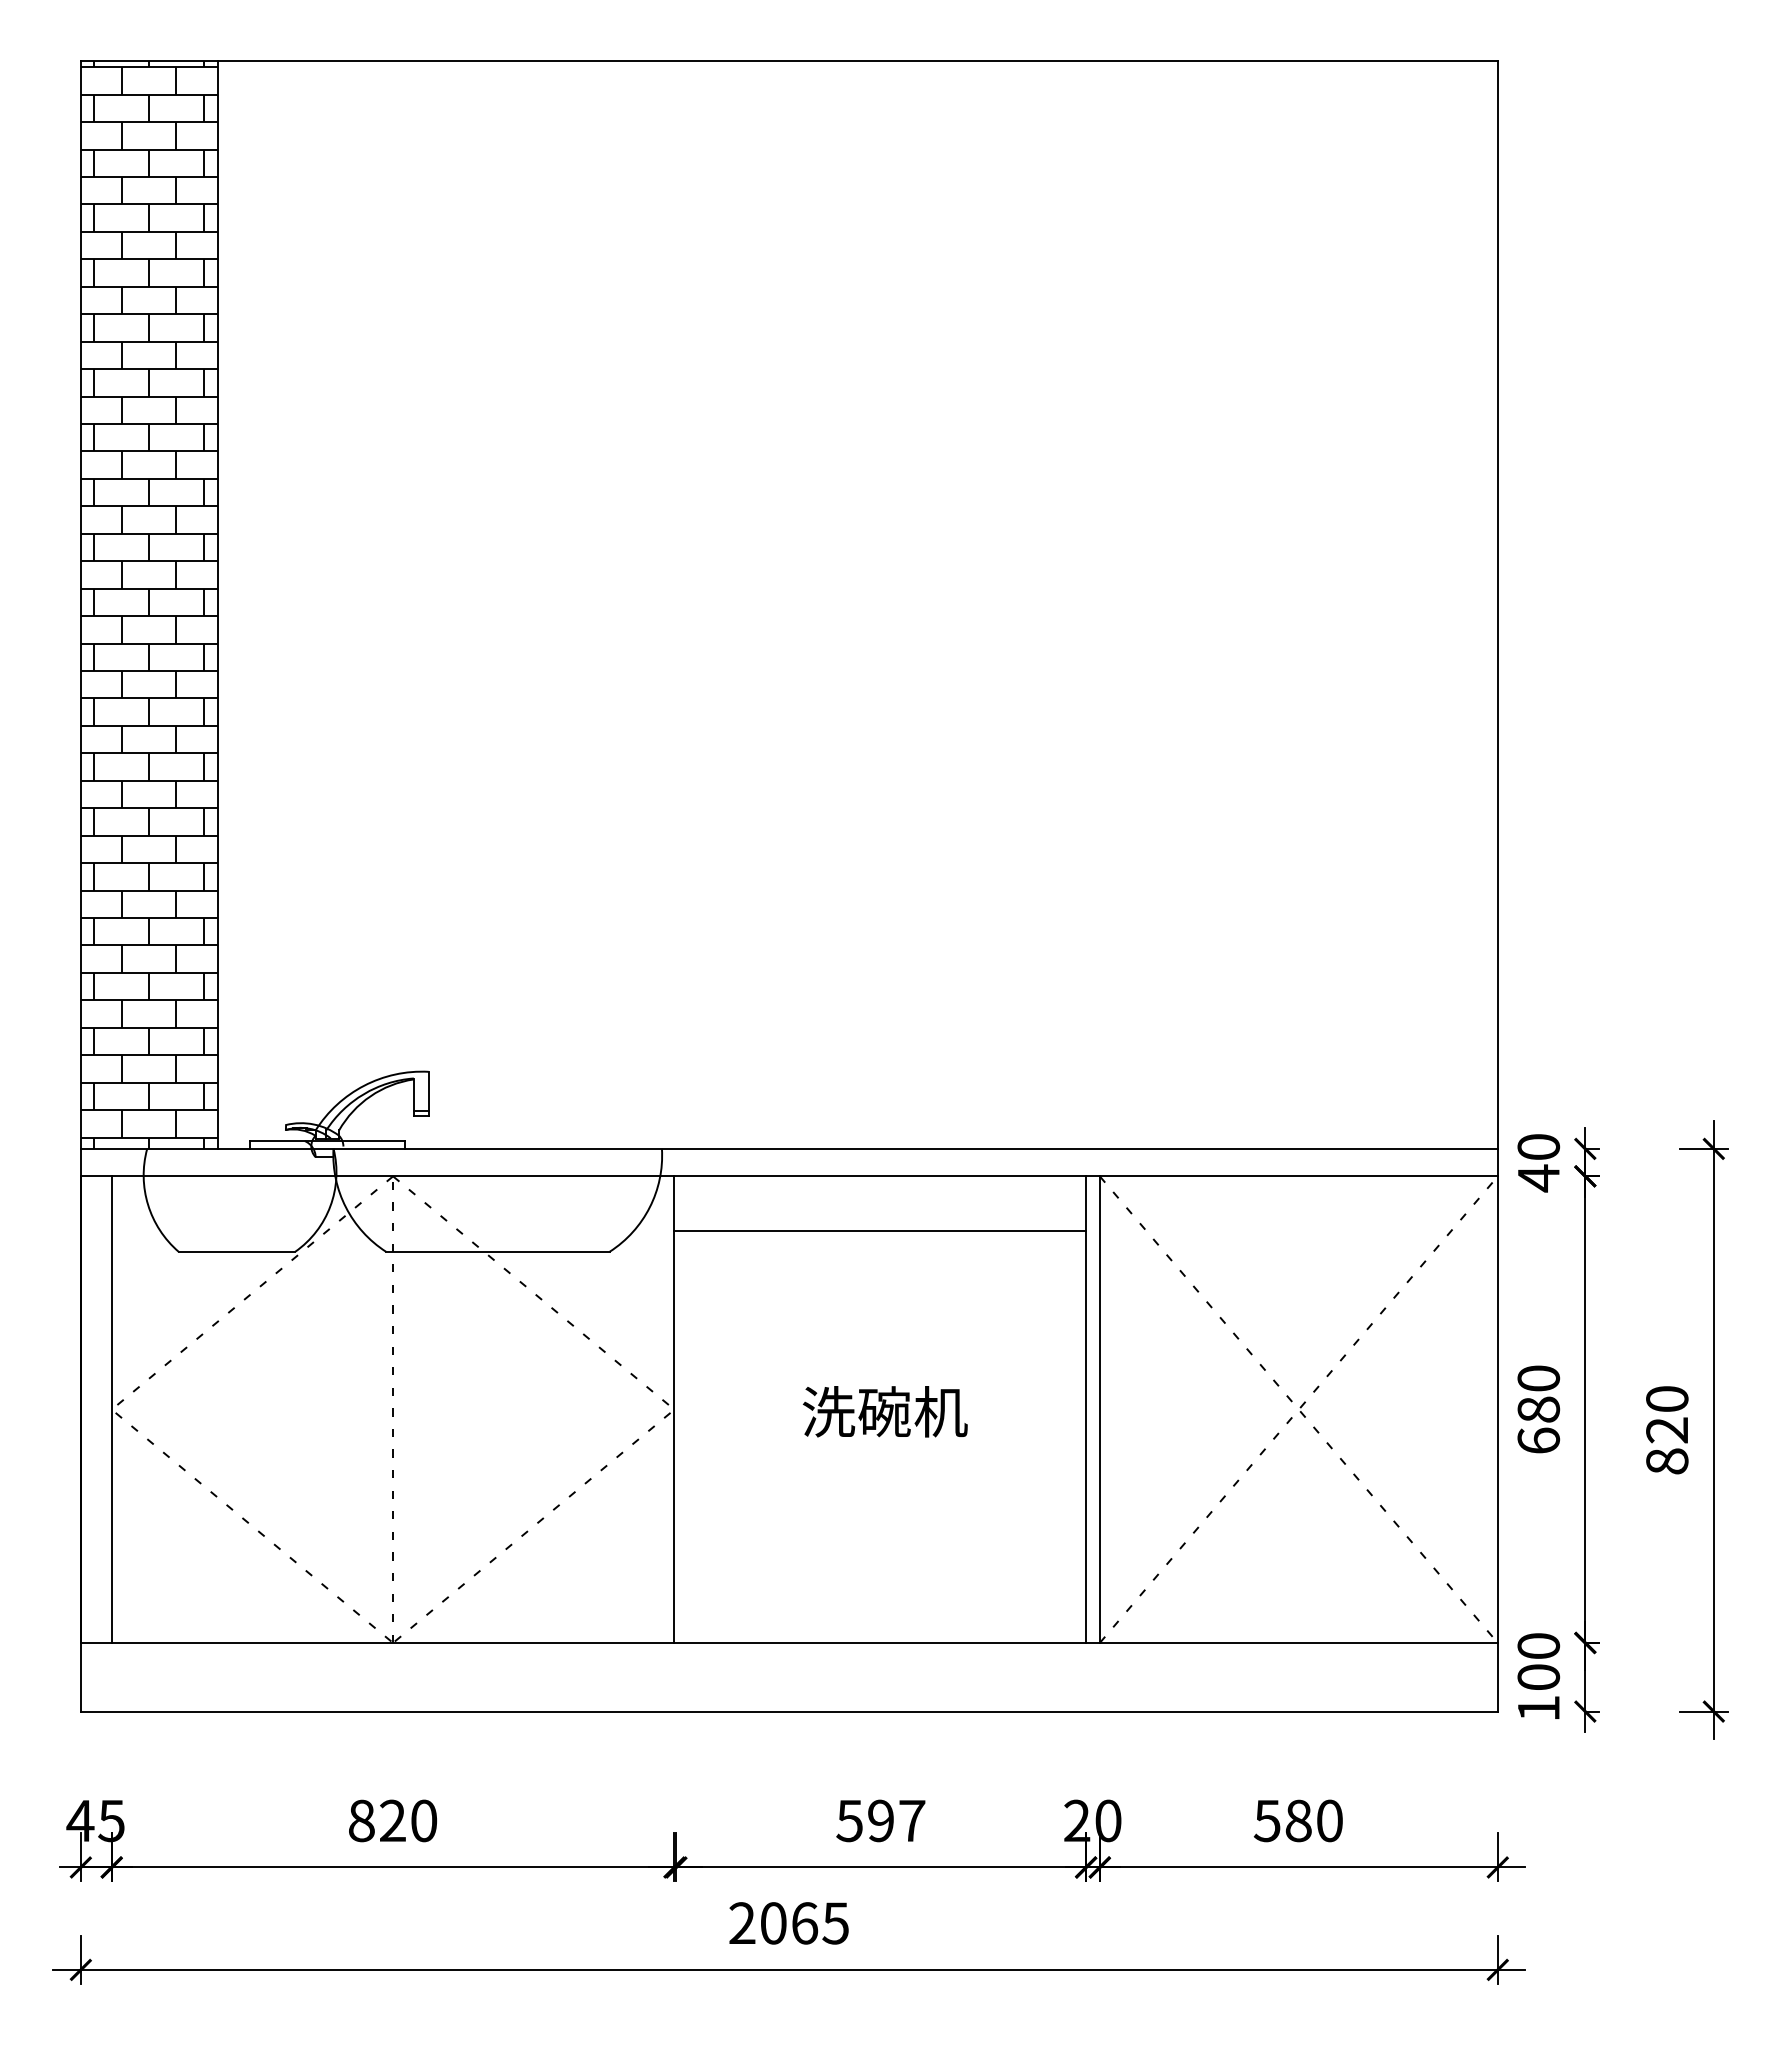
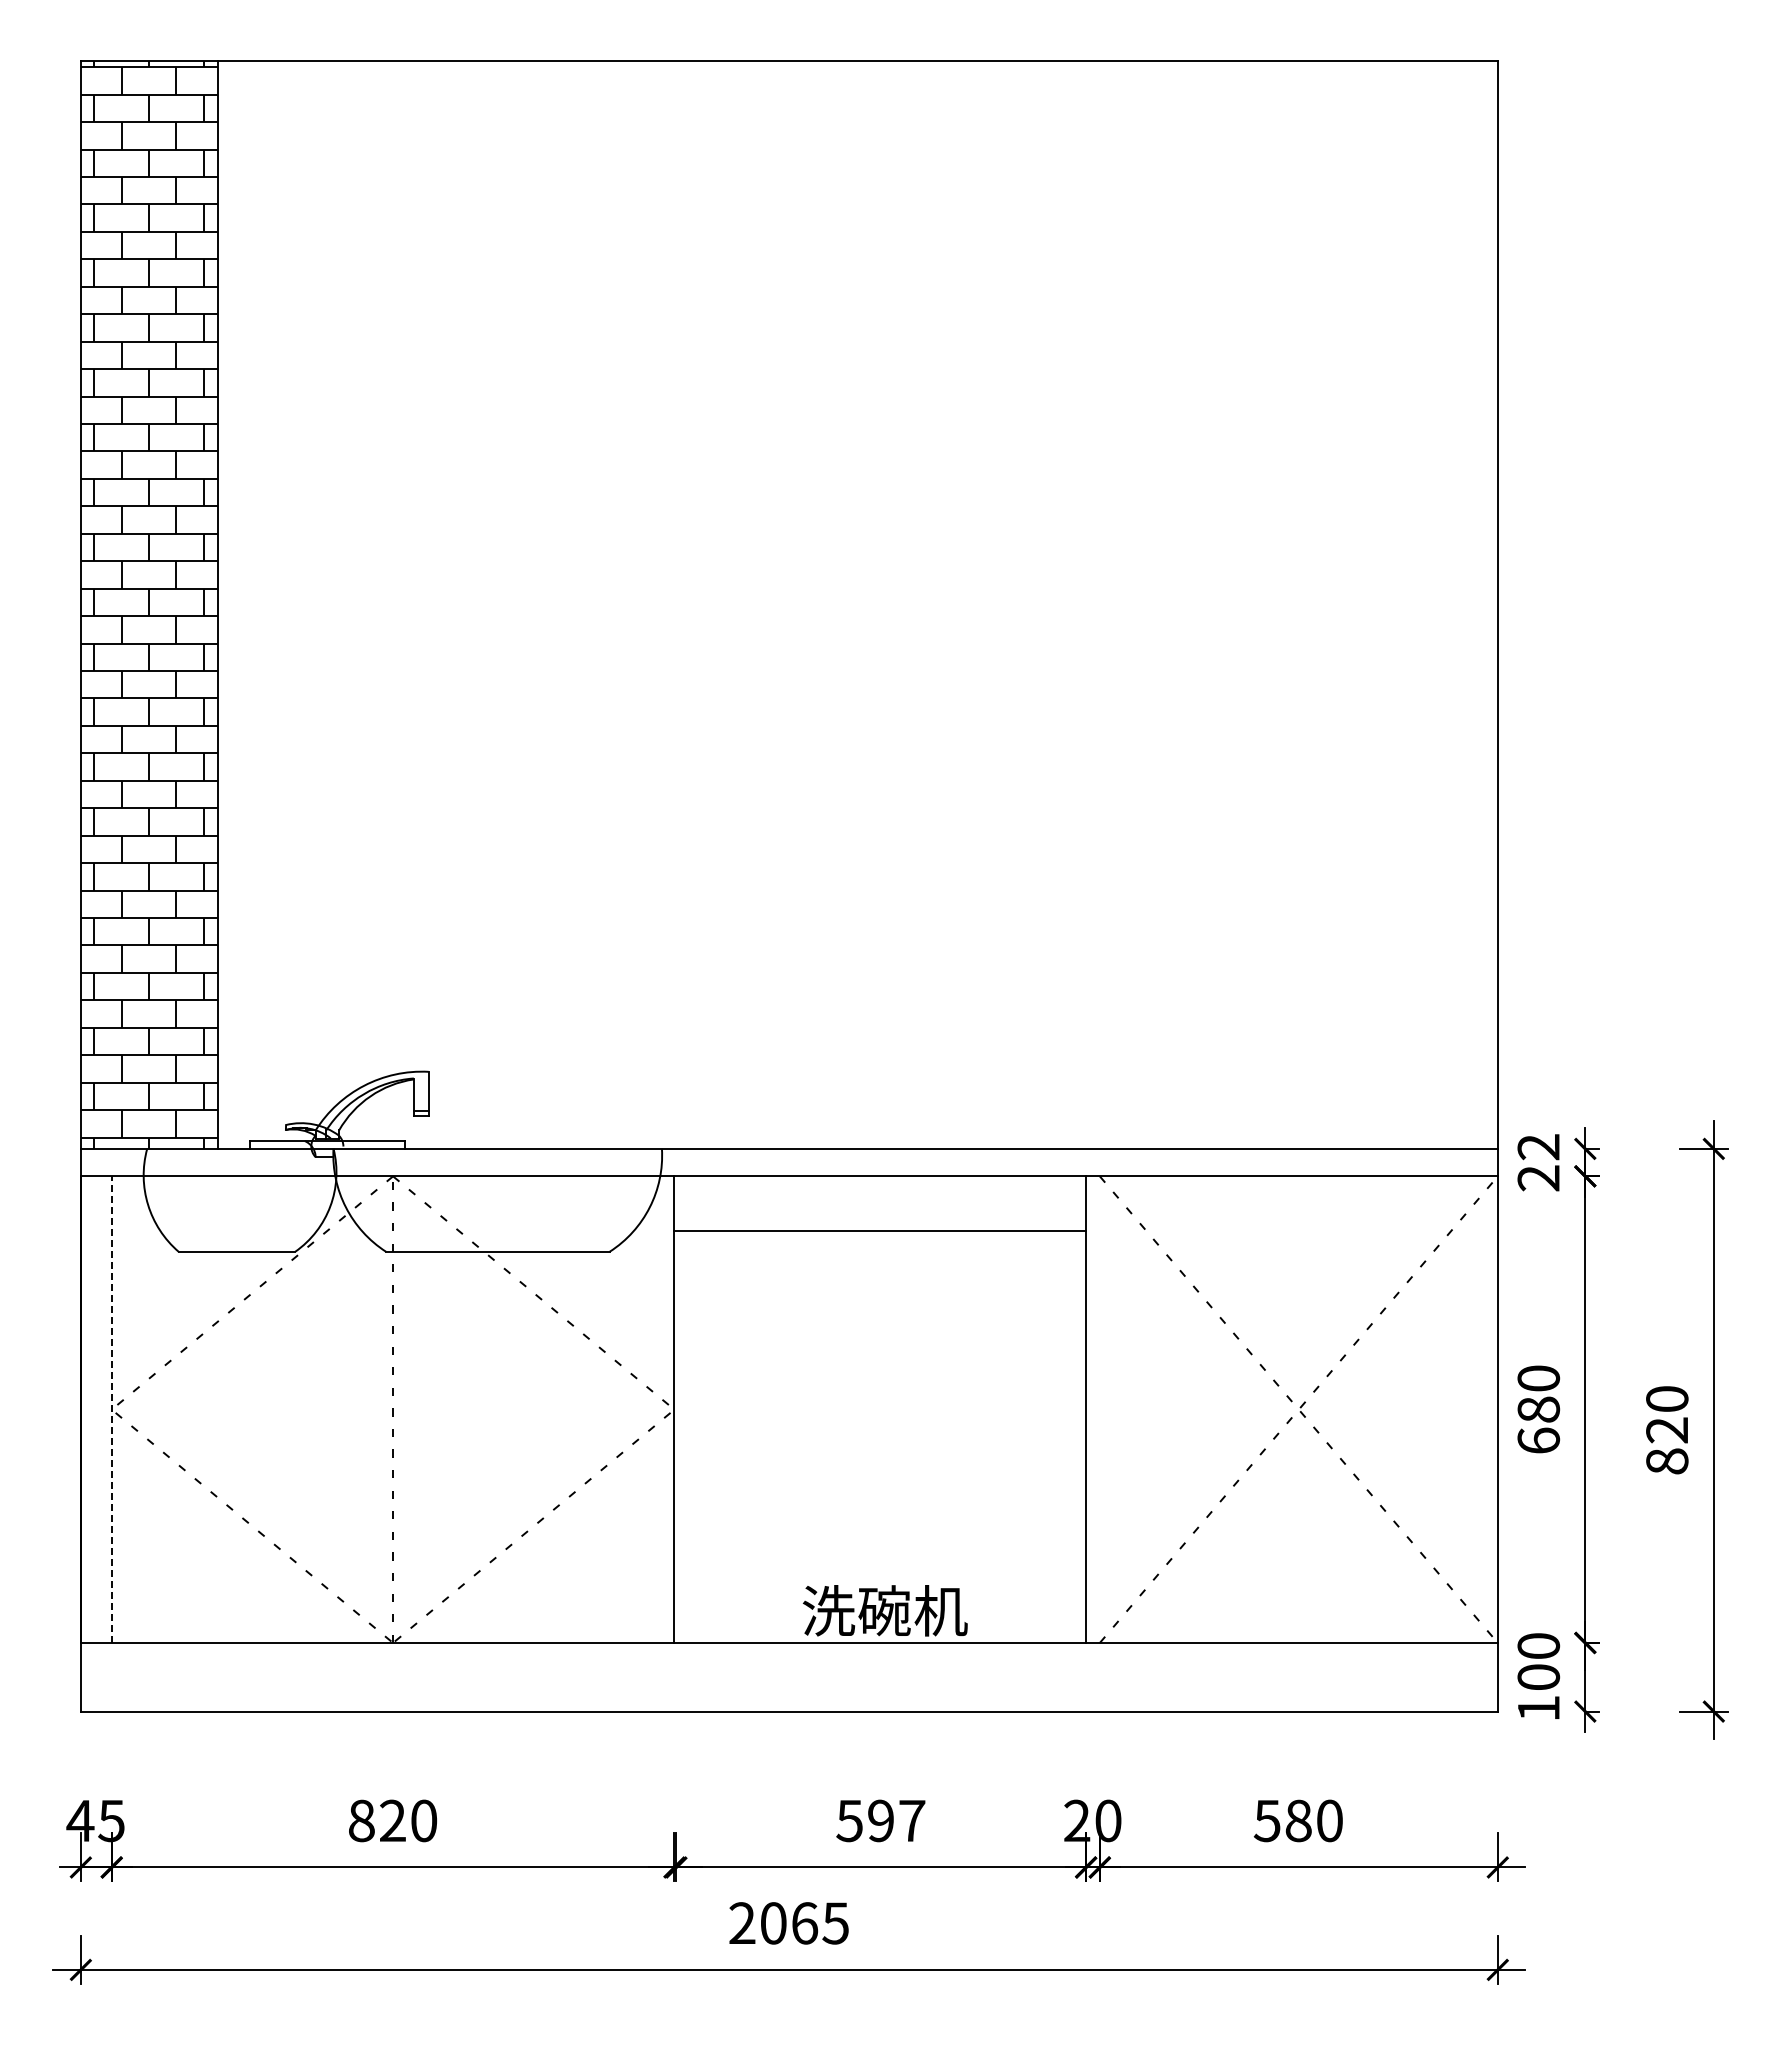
text at (1538, 1163): 40 -> 22
line at (111, 1409): solid -> dashed
line at (1099, 1409): present -> none
text at (884, 1411) position: (884, 1411) -> (884, 1610)
